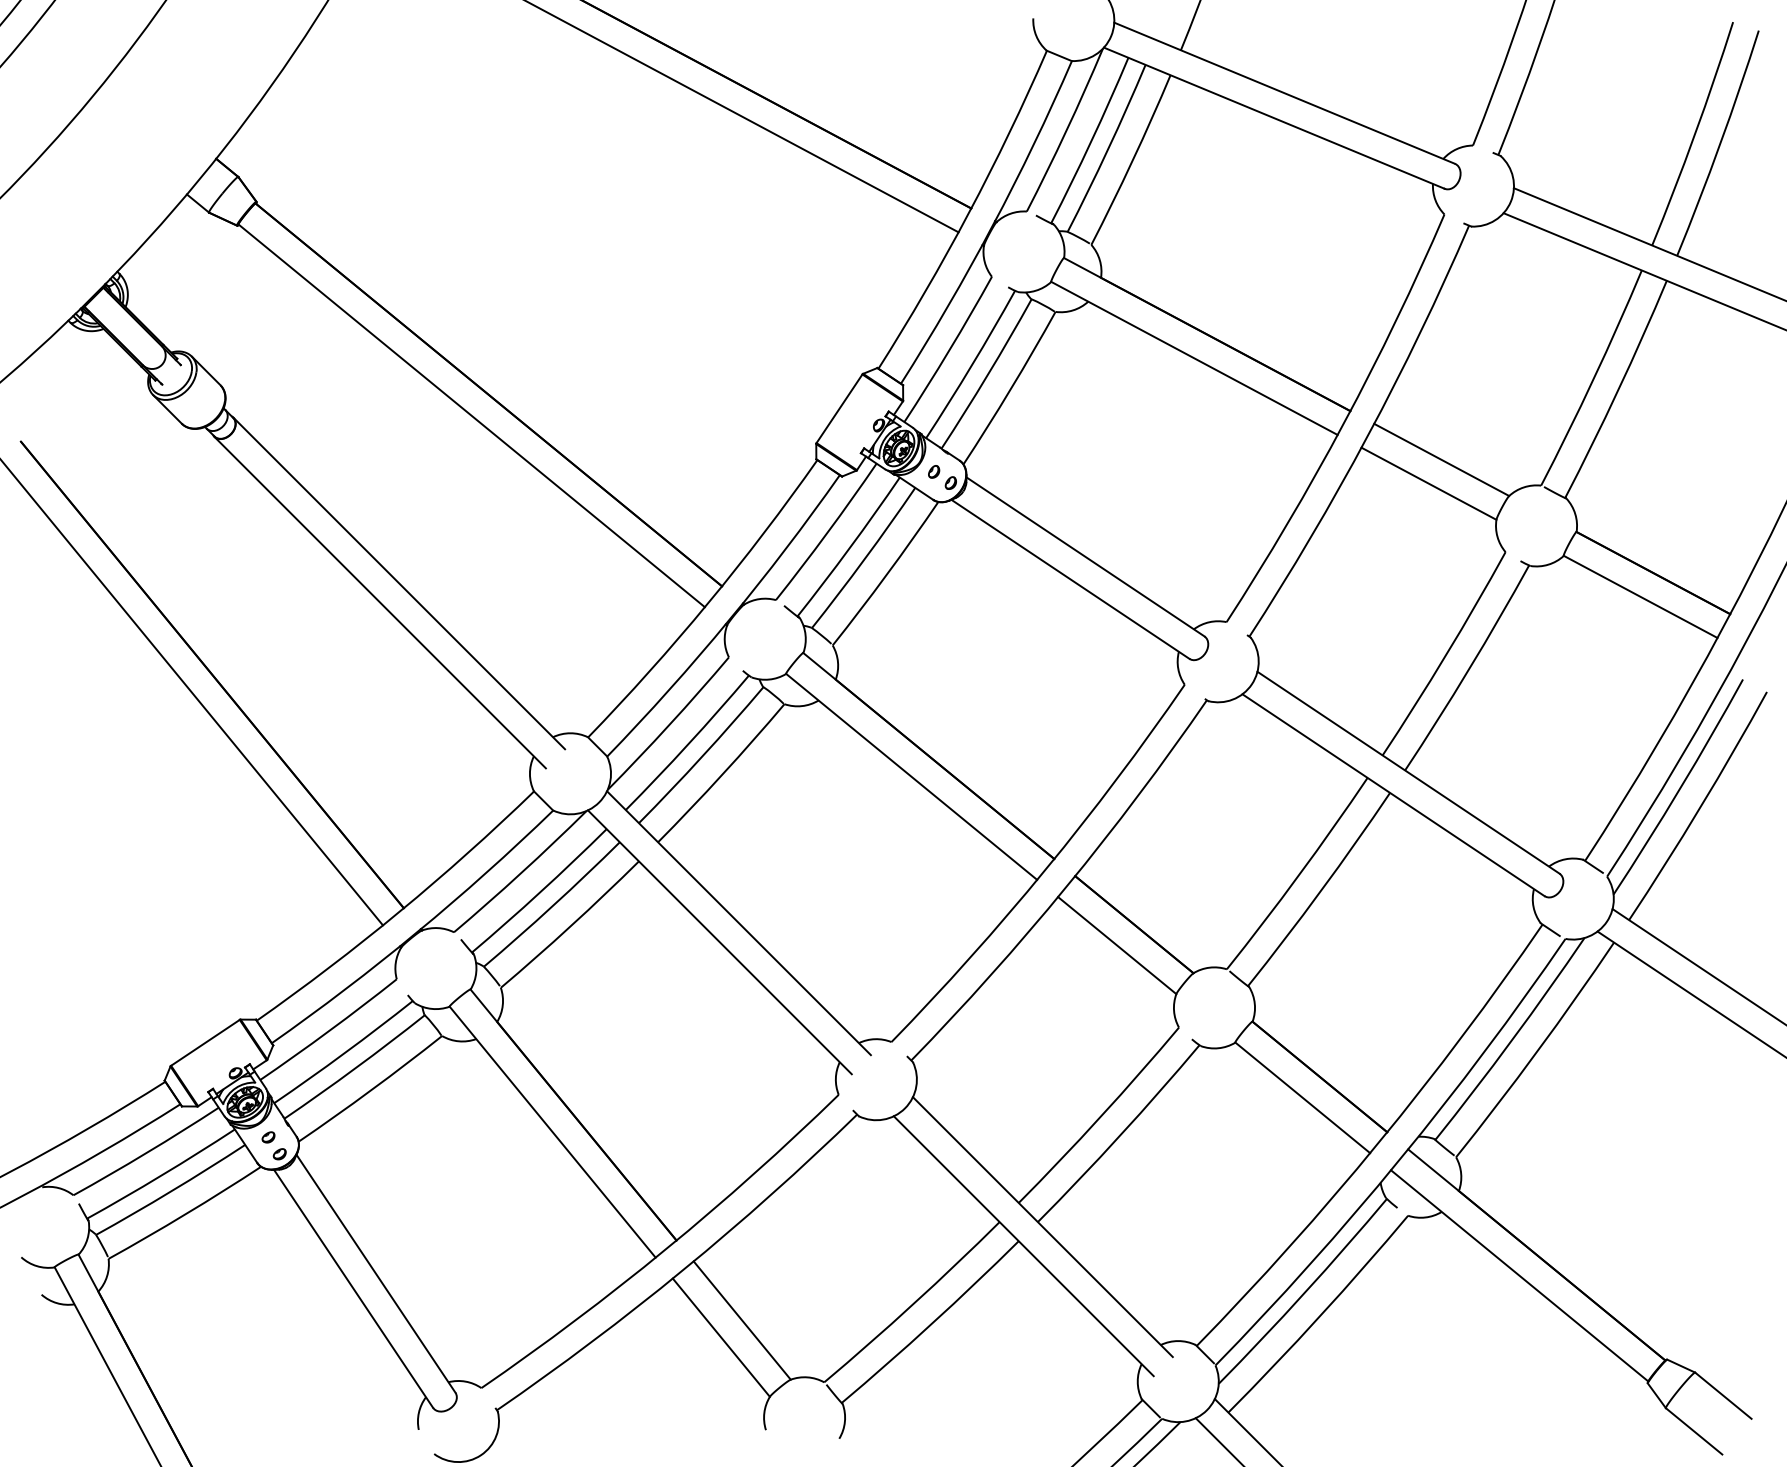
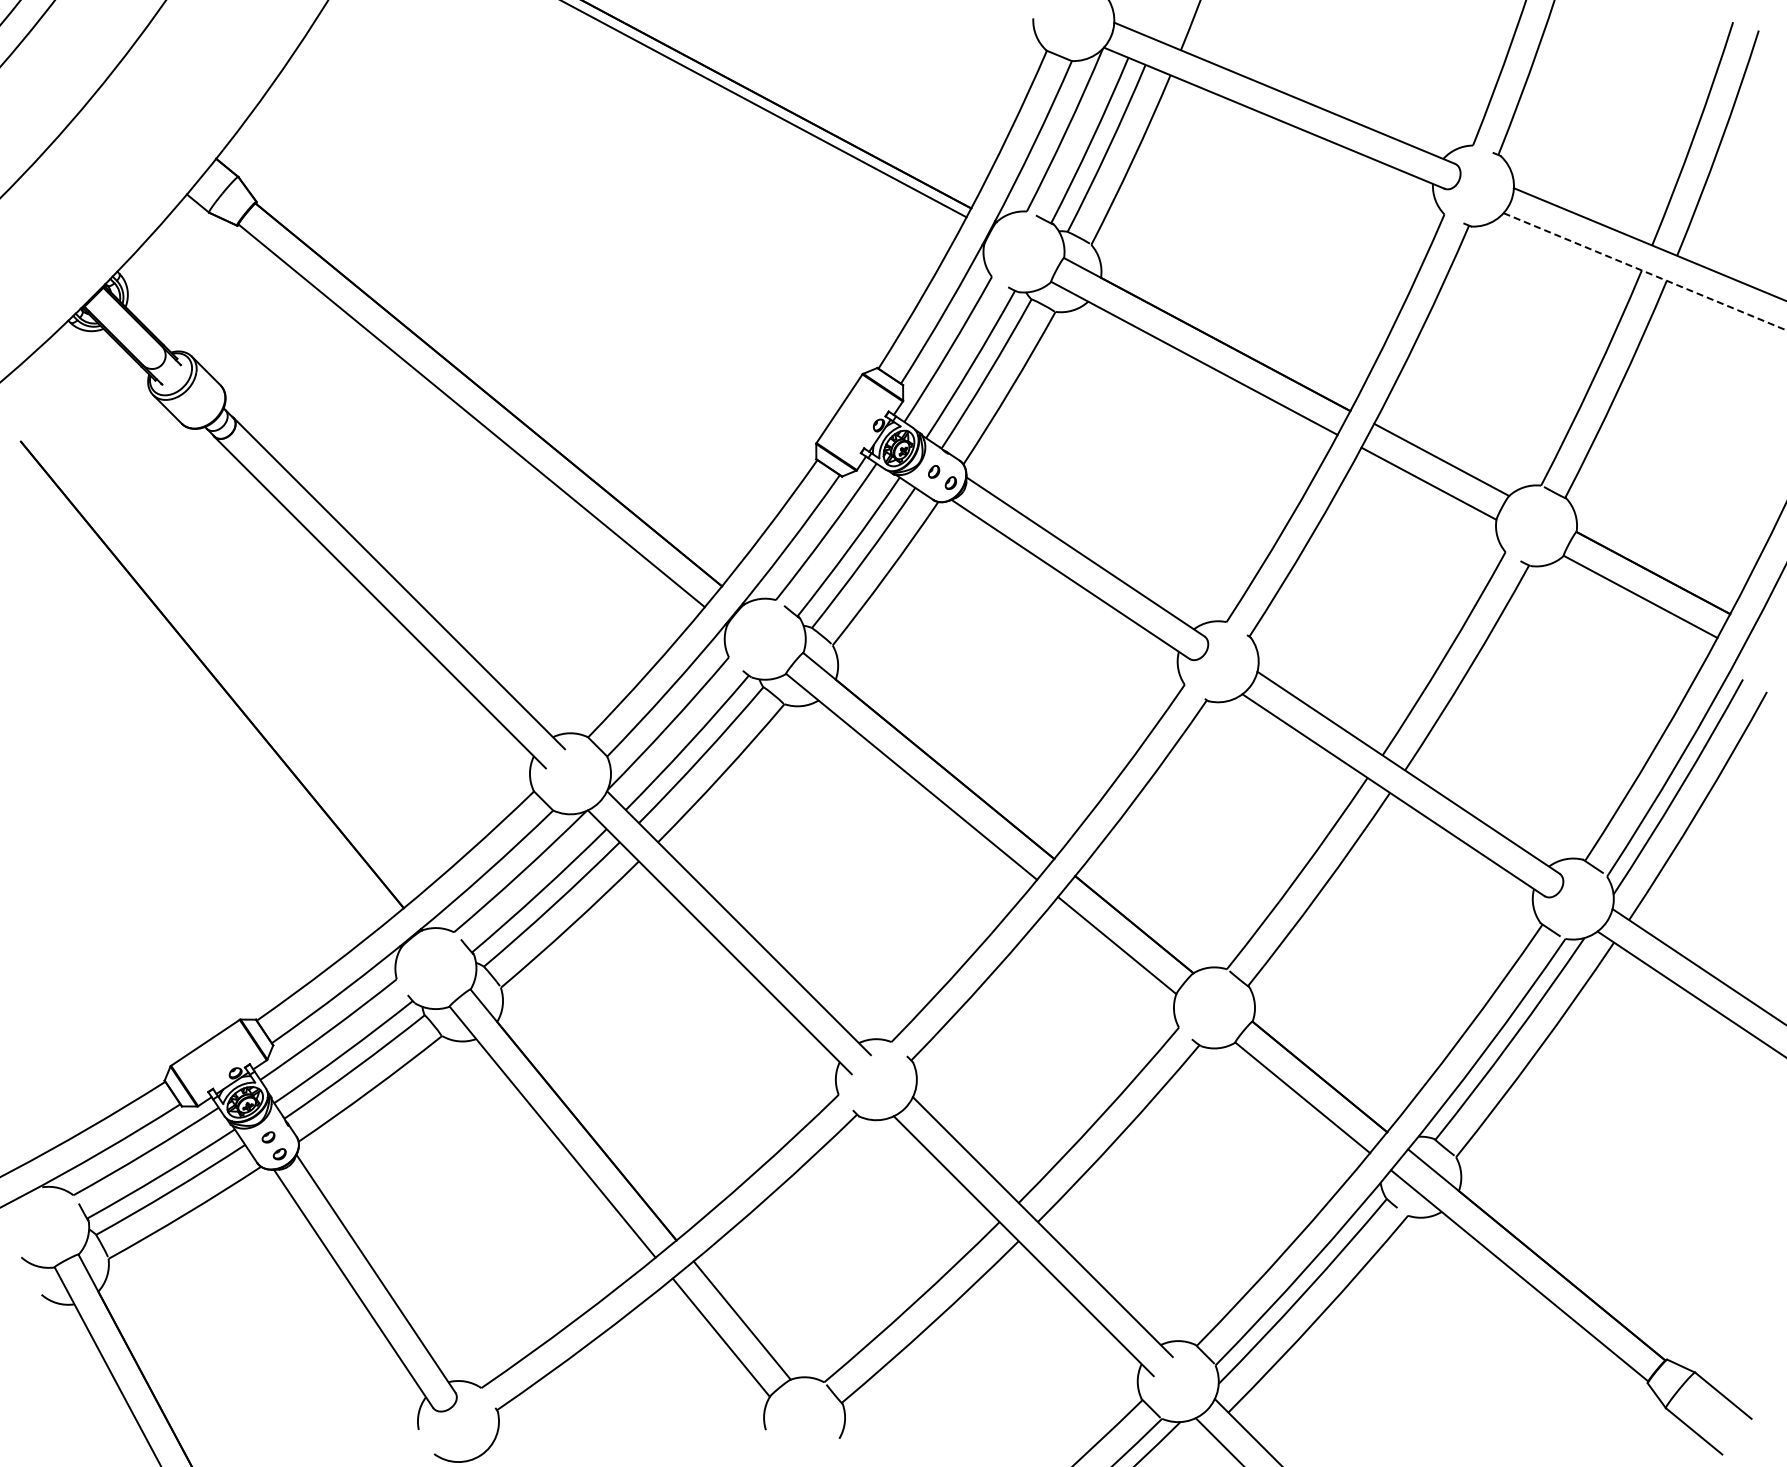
line at (742, 117) position: (742, 117) -> (764, 109)
line at (1645, 272): solid -> dashed
line at (192, 693): present -> none
